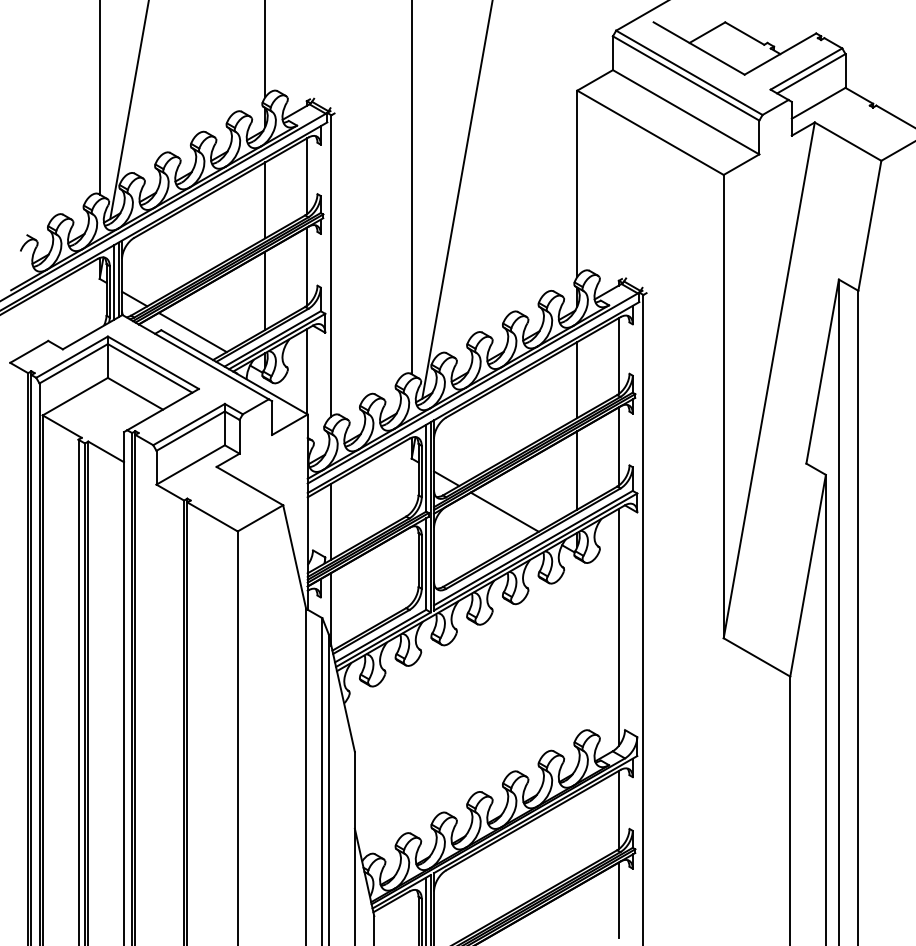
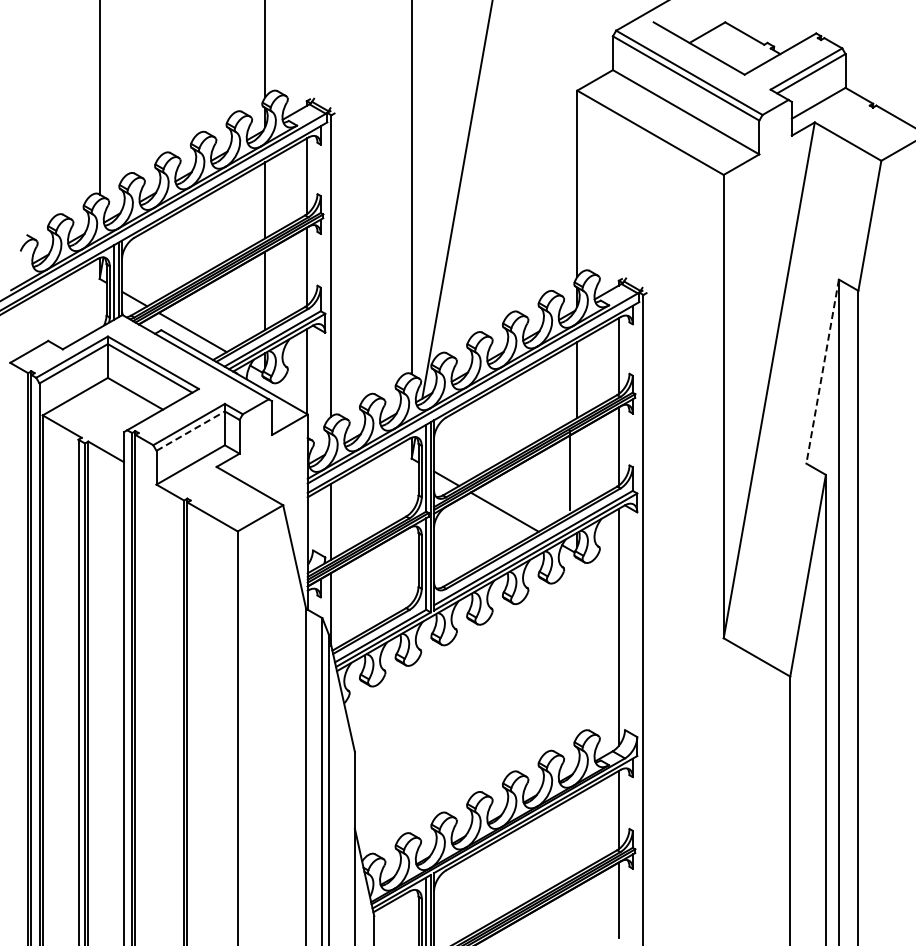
line at (129, 110): present -> none
line at (822, 372): solid -> dashed
line at (191, 430): solid -> dashed
line at (577, 470) position: (577, 470) -> (570, 470)
